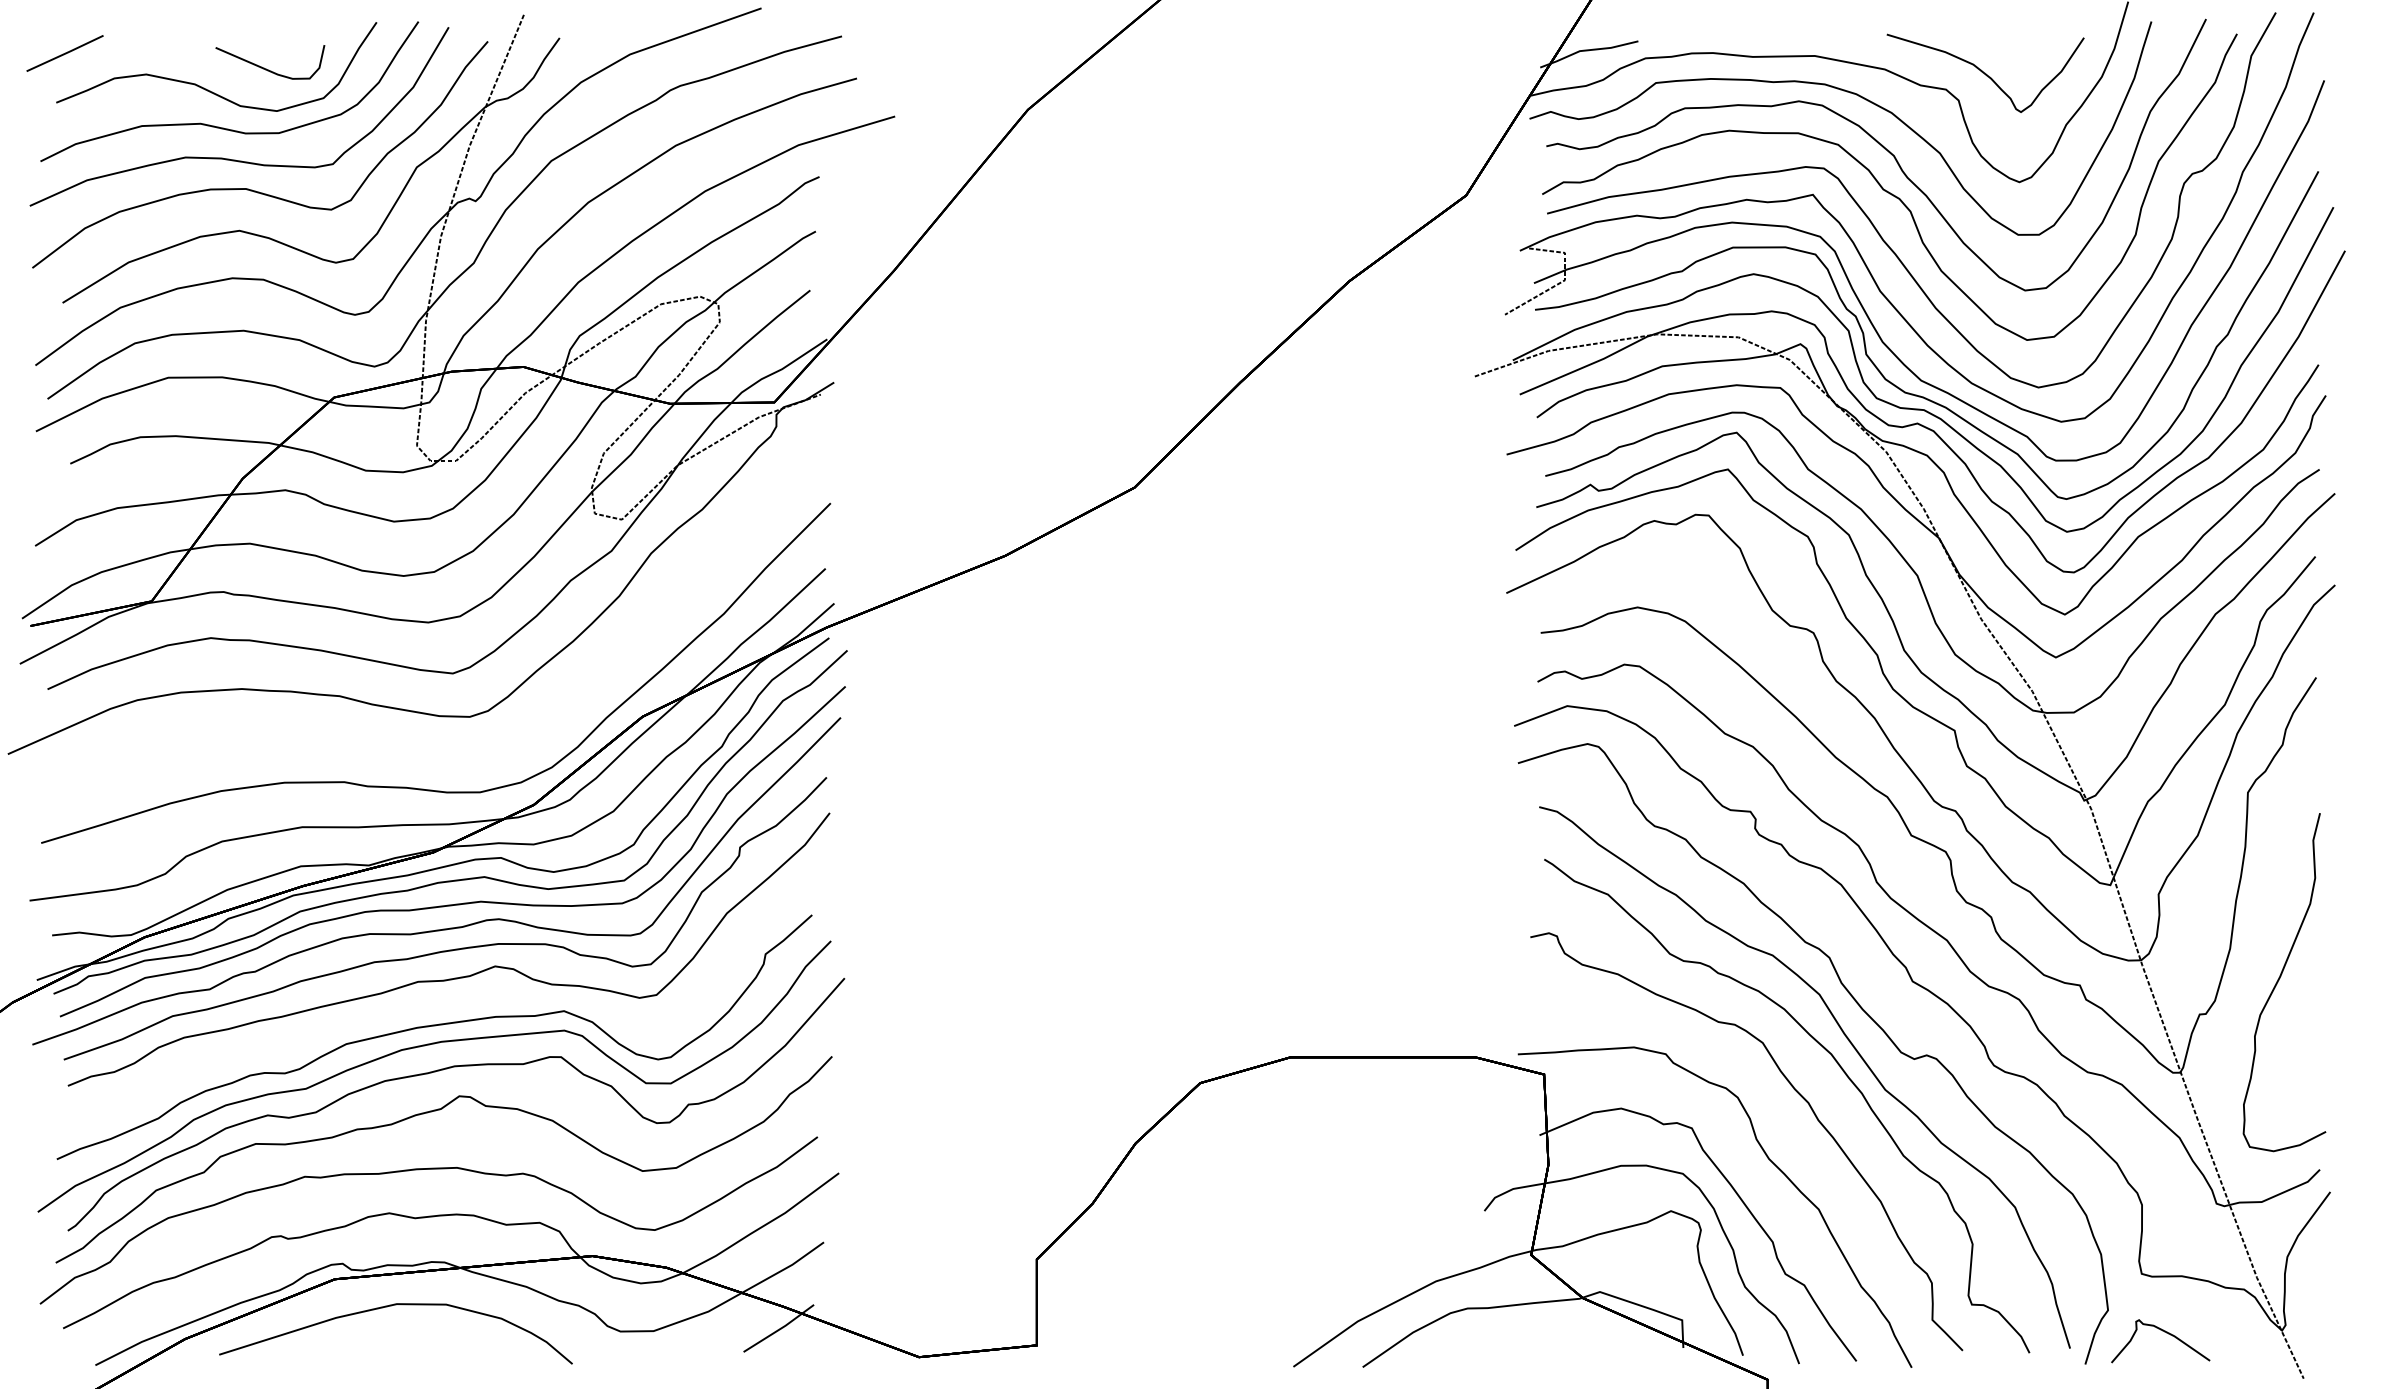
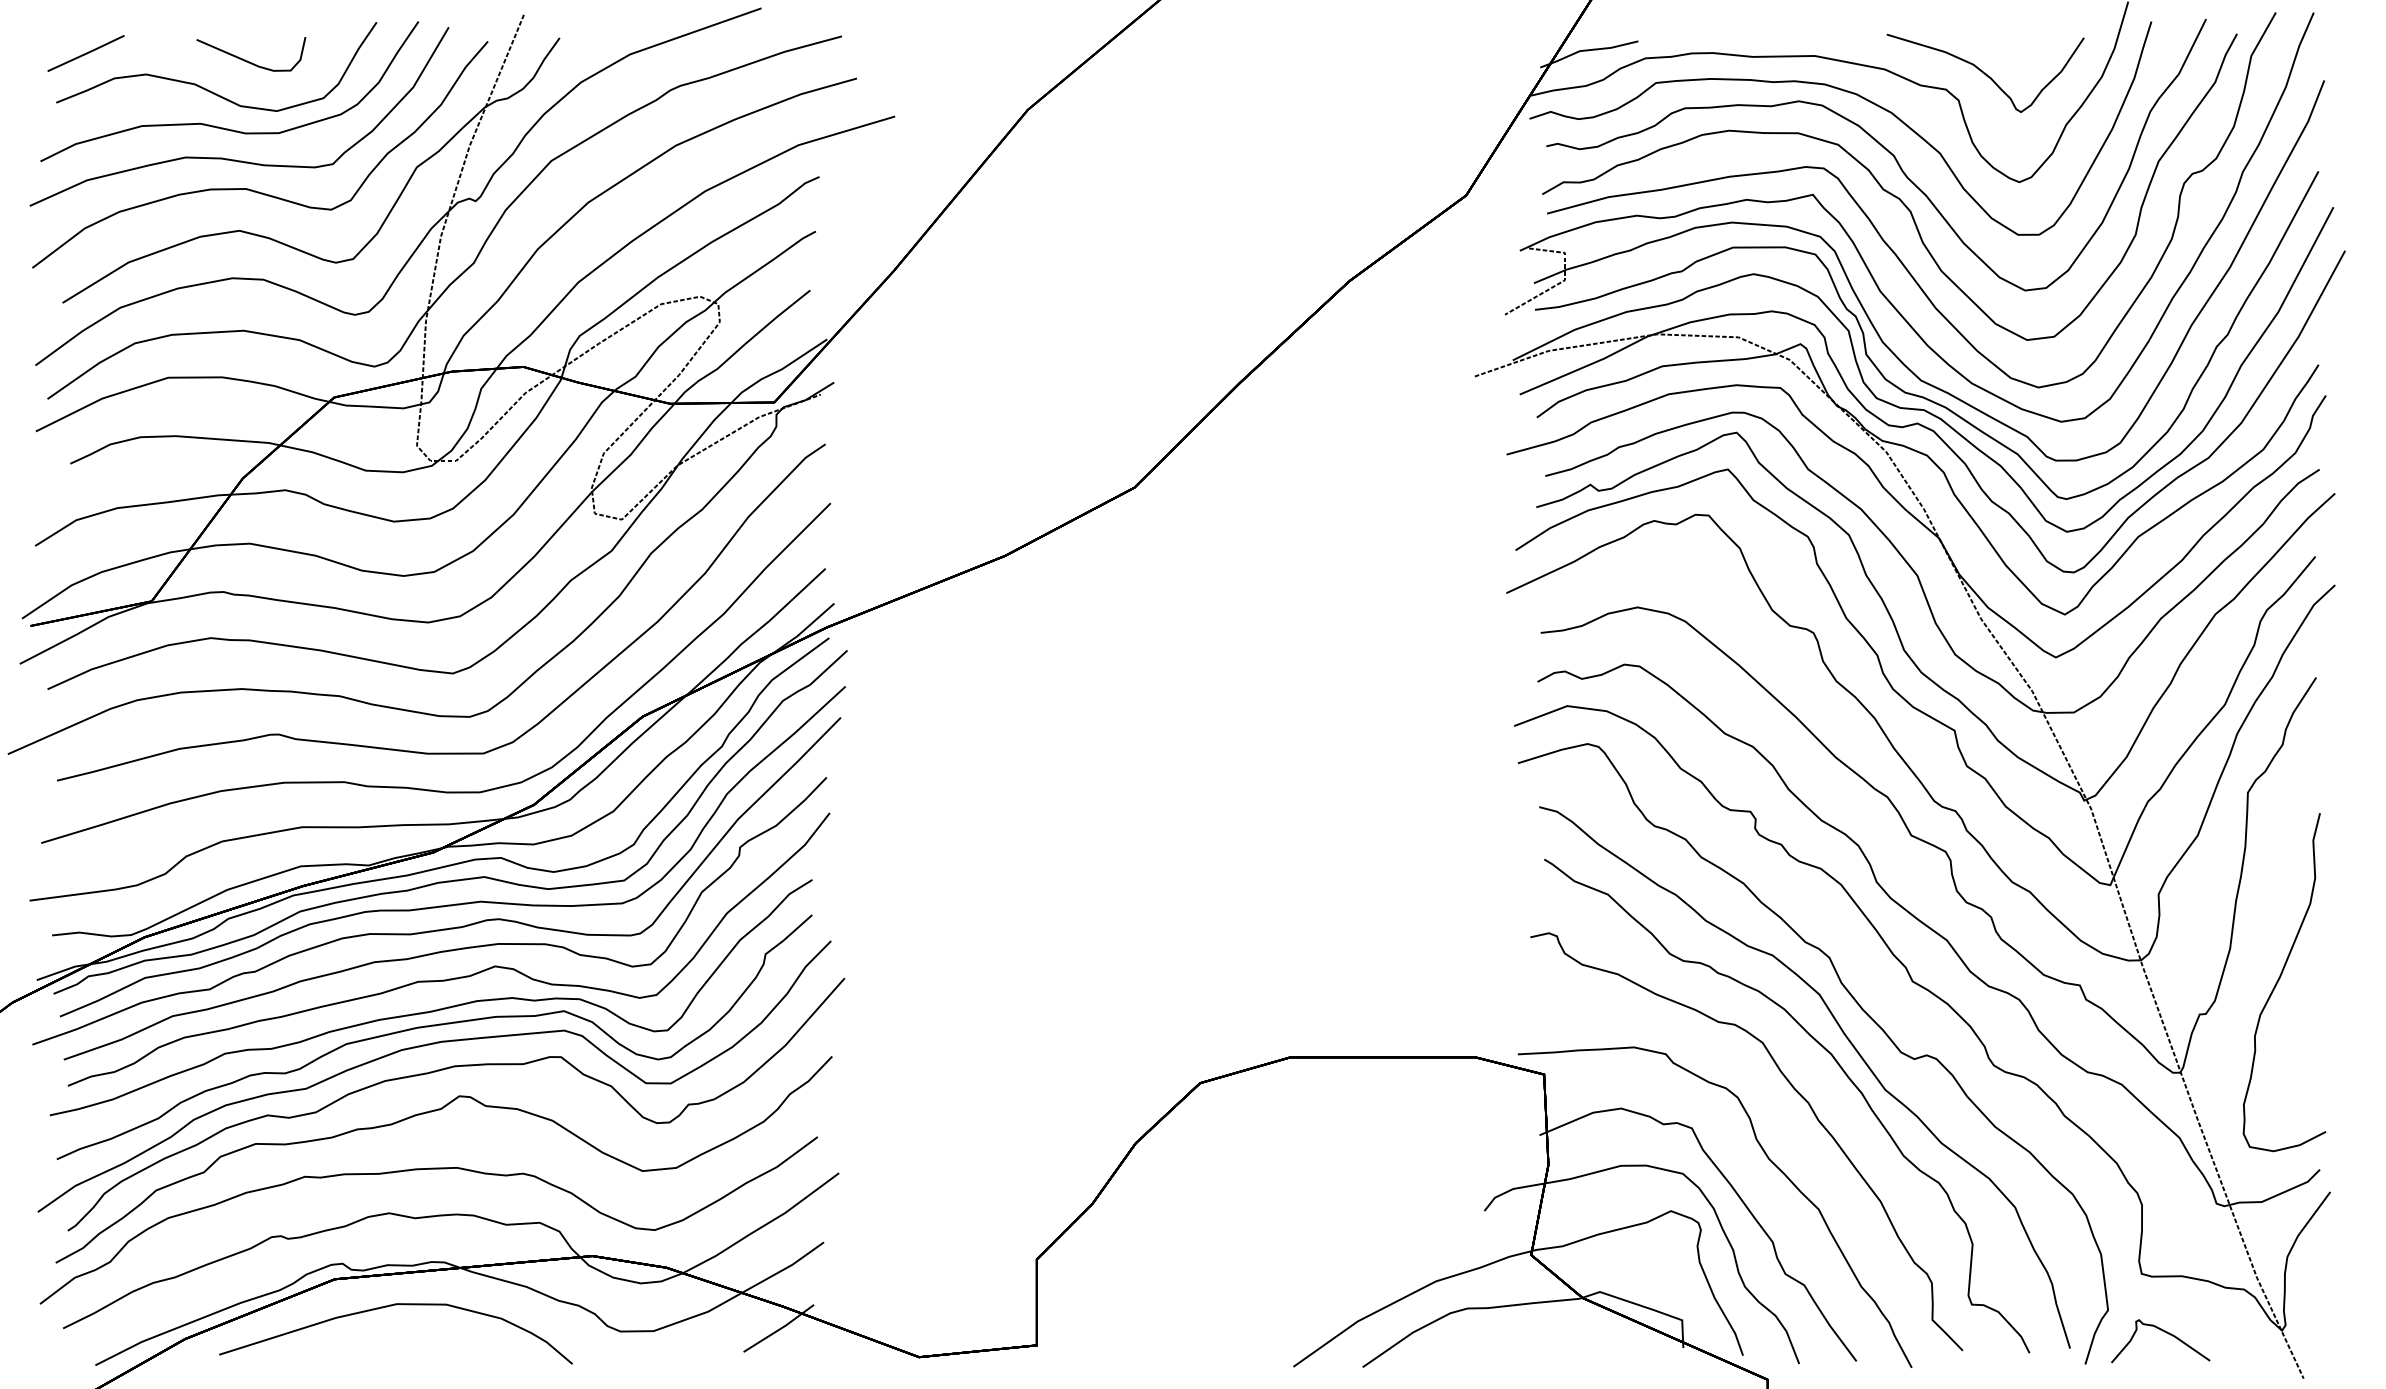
line at (64, 53) position: (64, 53) -> (85, 53)
curve at (266, 68) position: (266, 68) -> (247, 60)
part at (441, 752): none -> present
part at (435, 1009): none -> present
